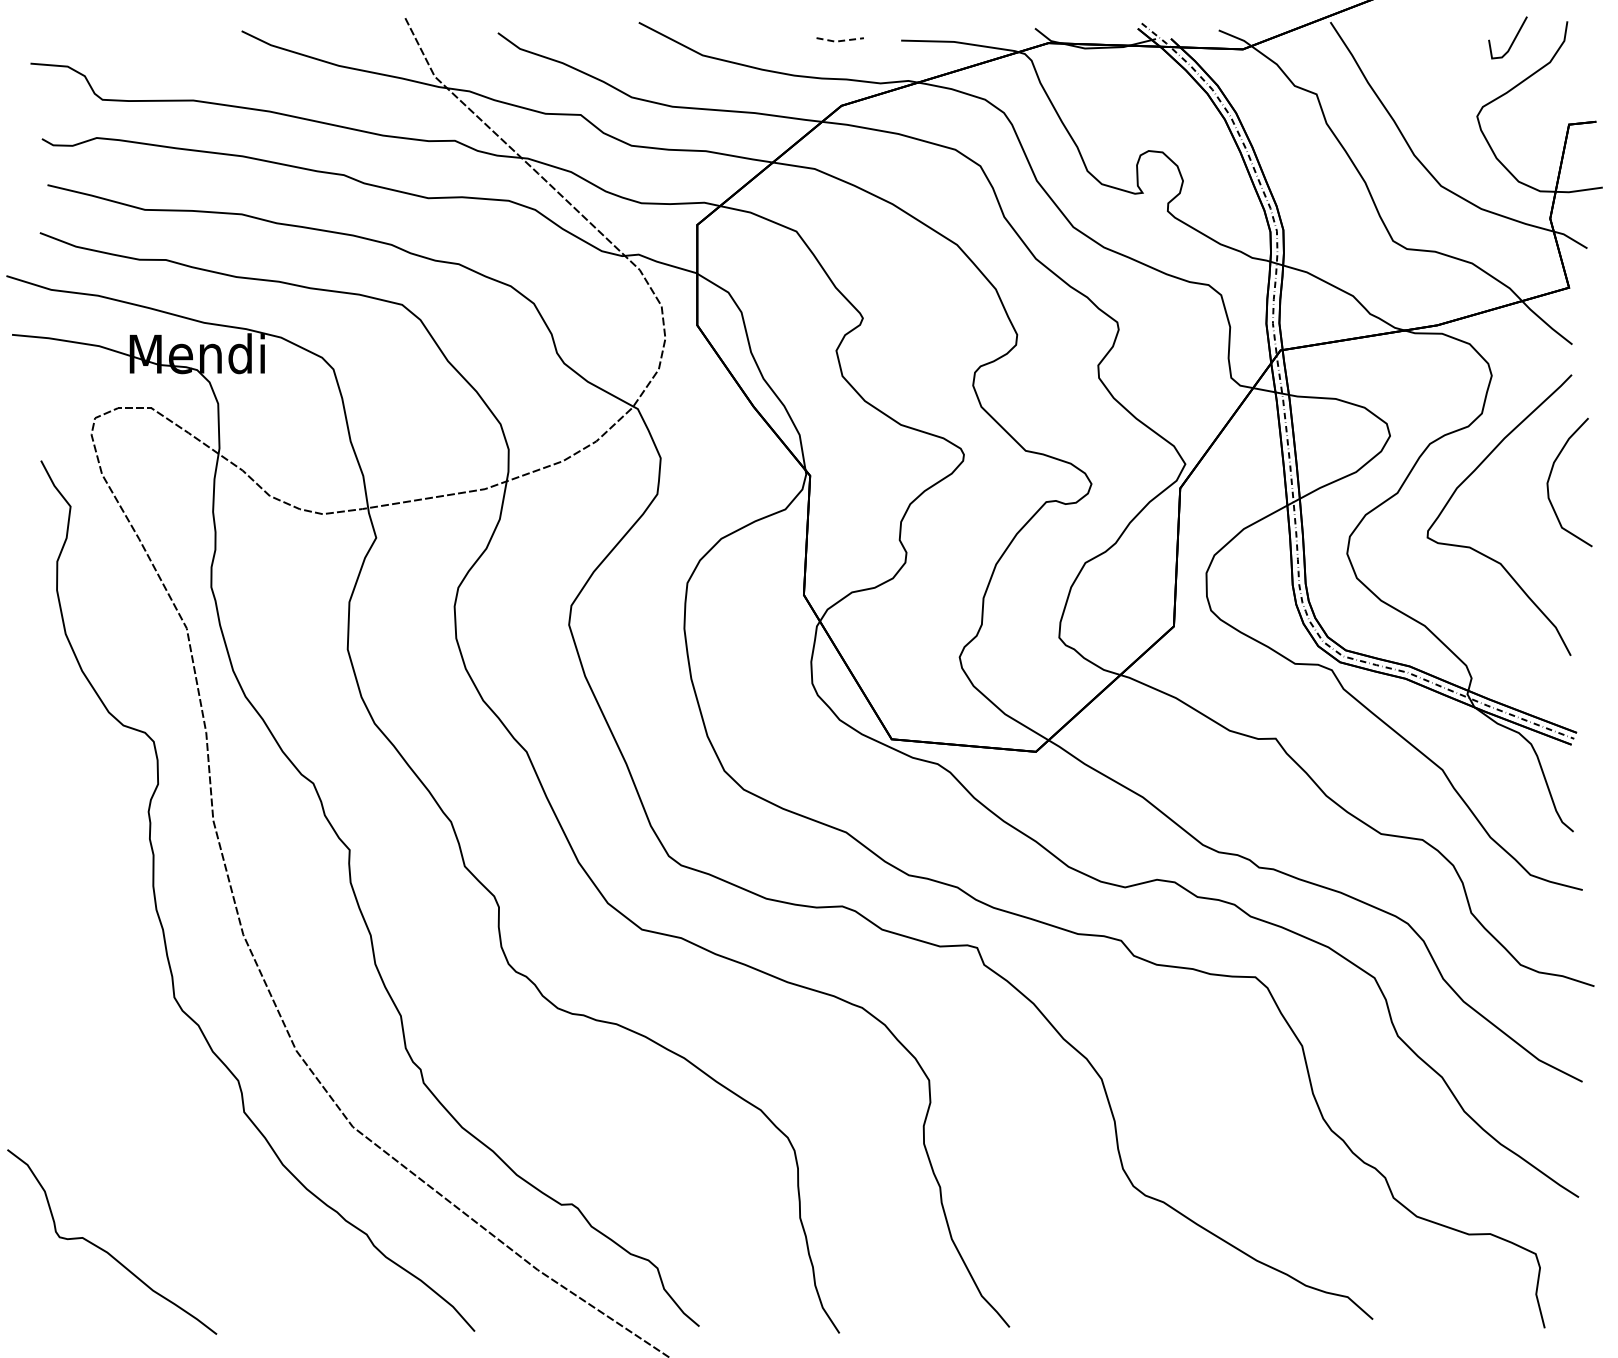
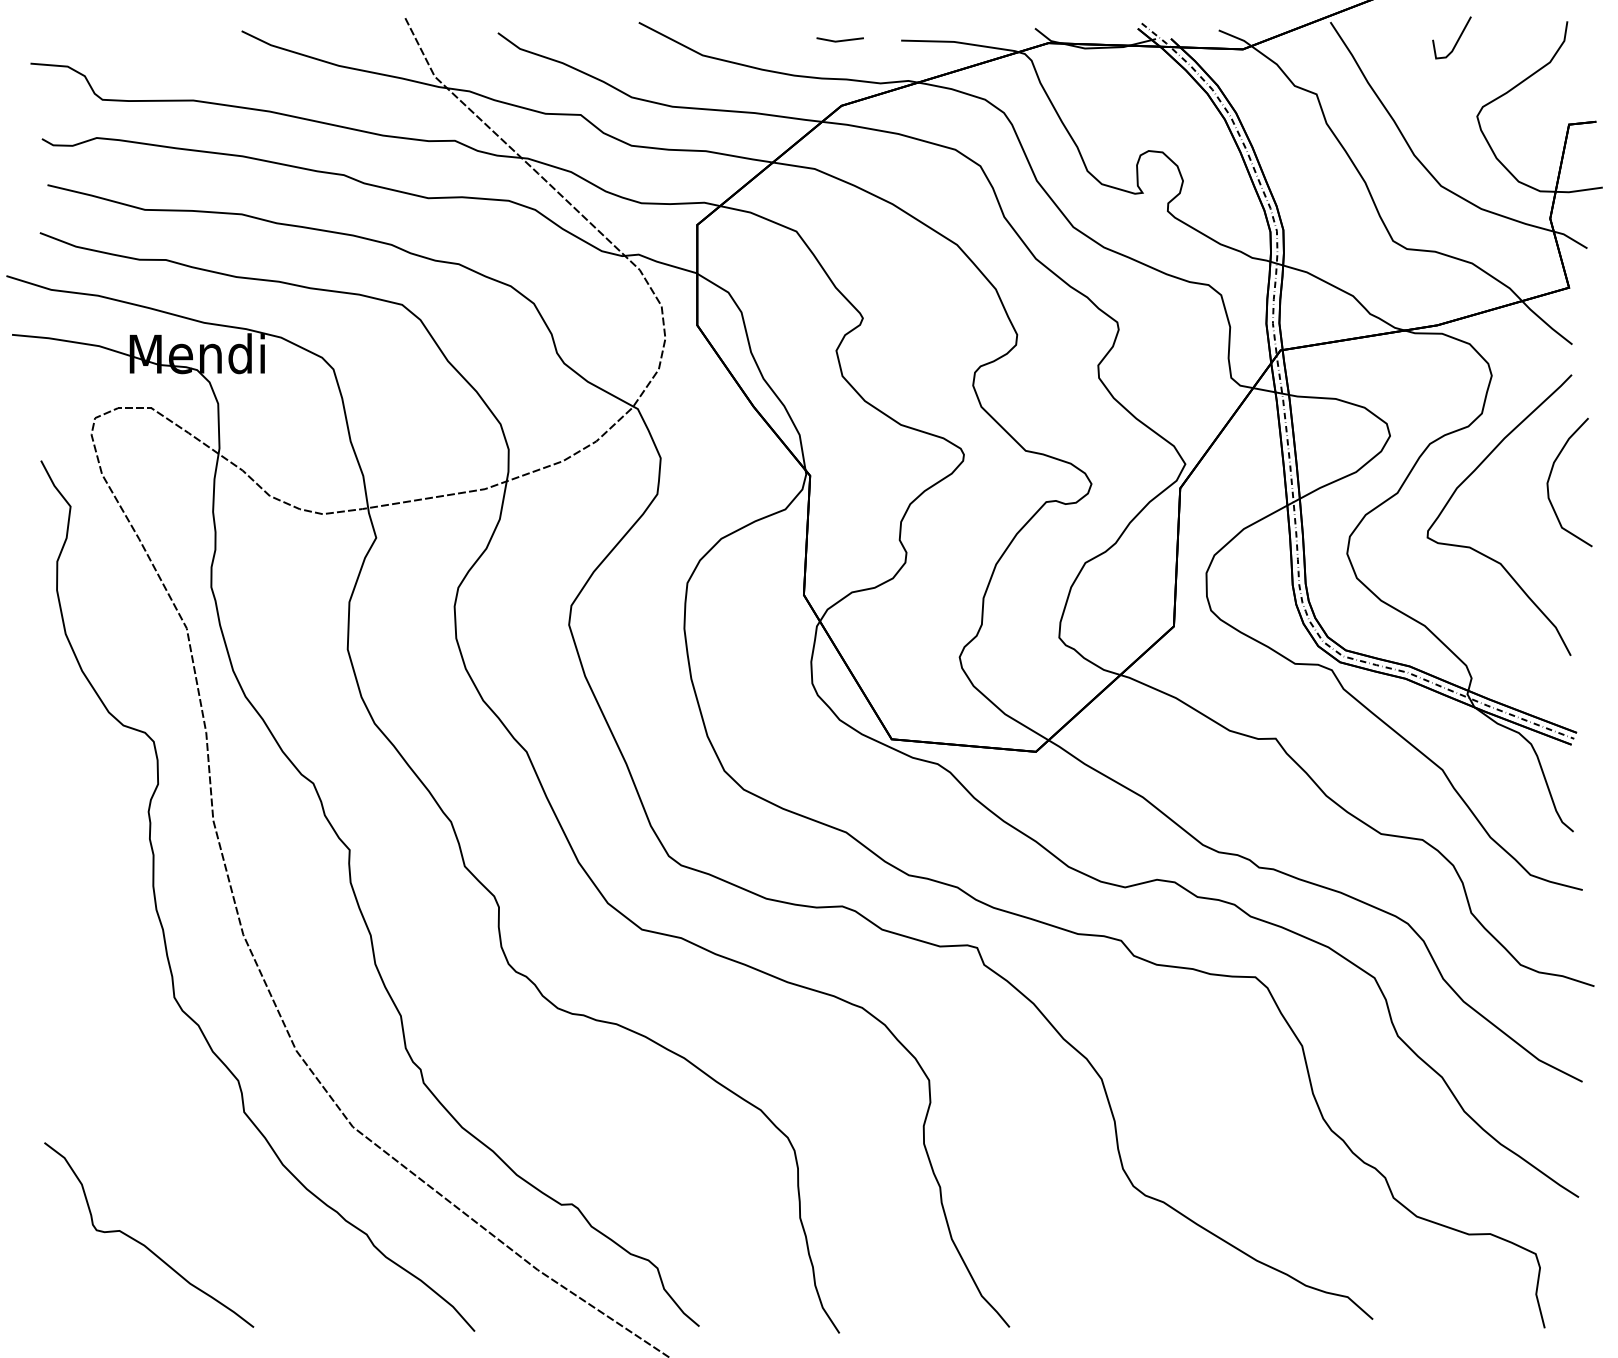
line at (1513, 39) position: (1513, 39) -> (1457, 39)
line at (839, 41): dashed -> solid
curve at (107, 1251) position: (107, 1251) -> (144, 1244)
